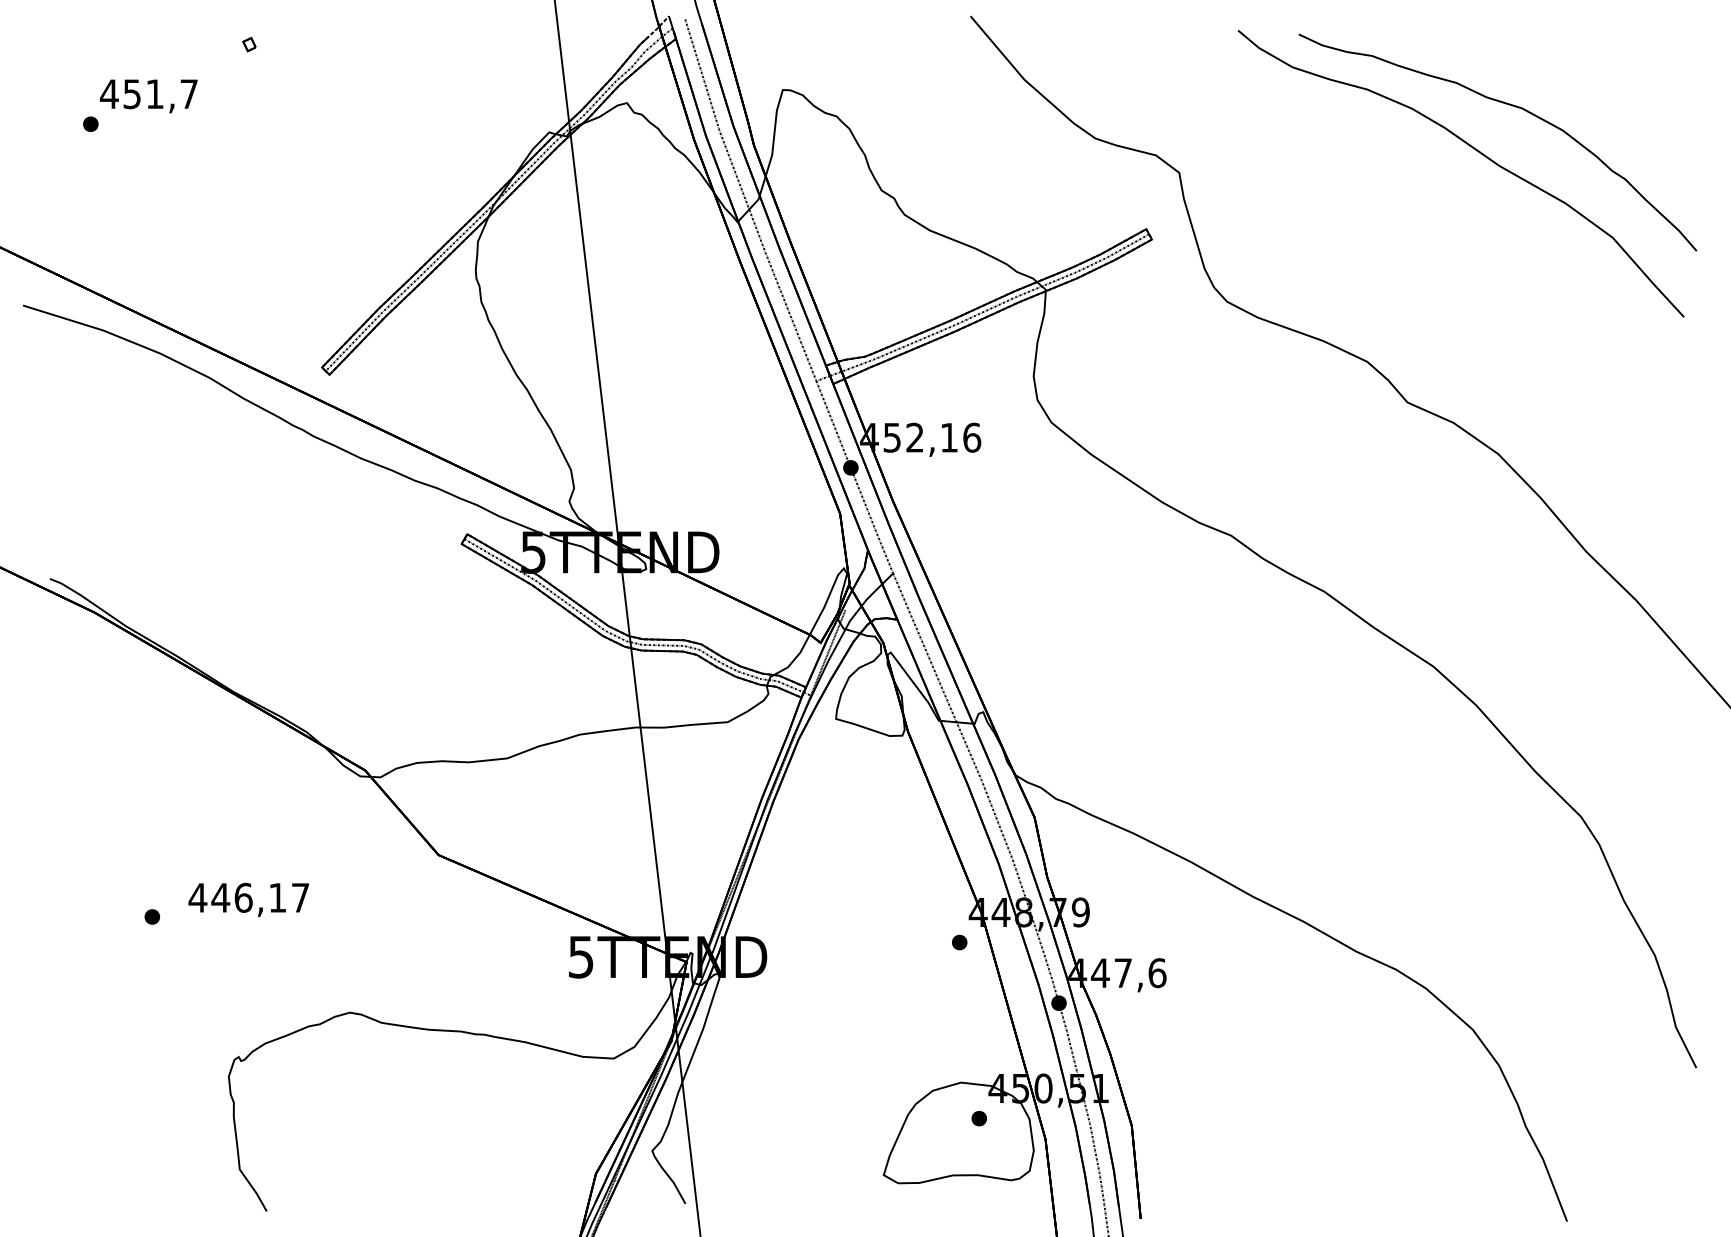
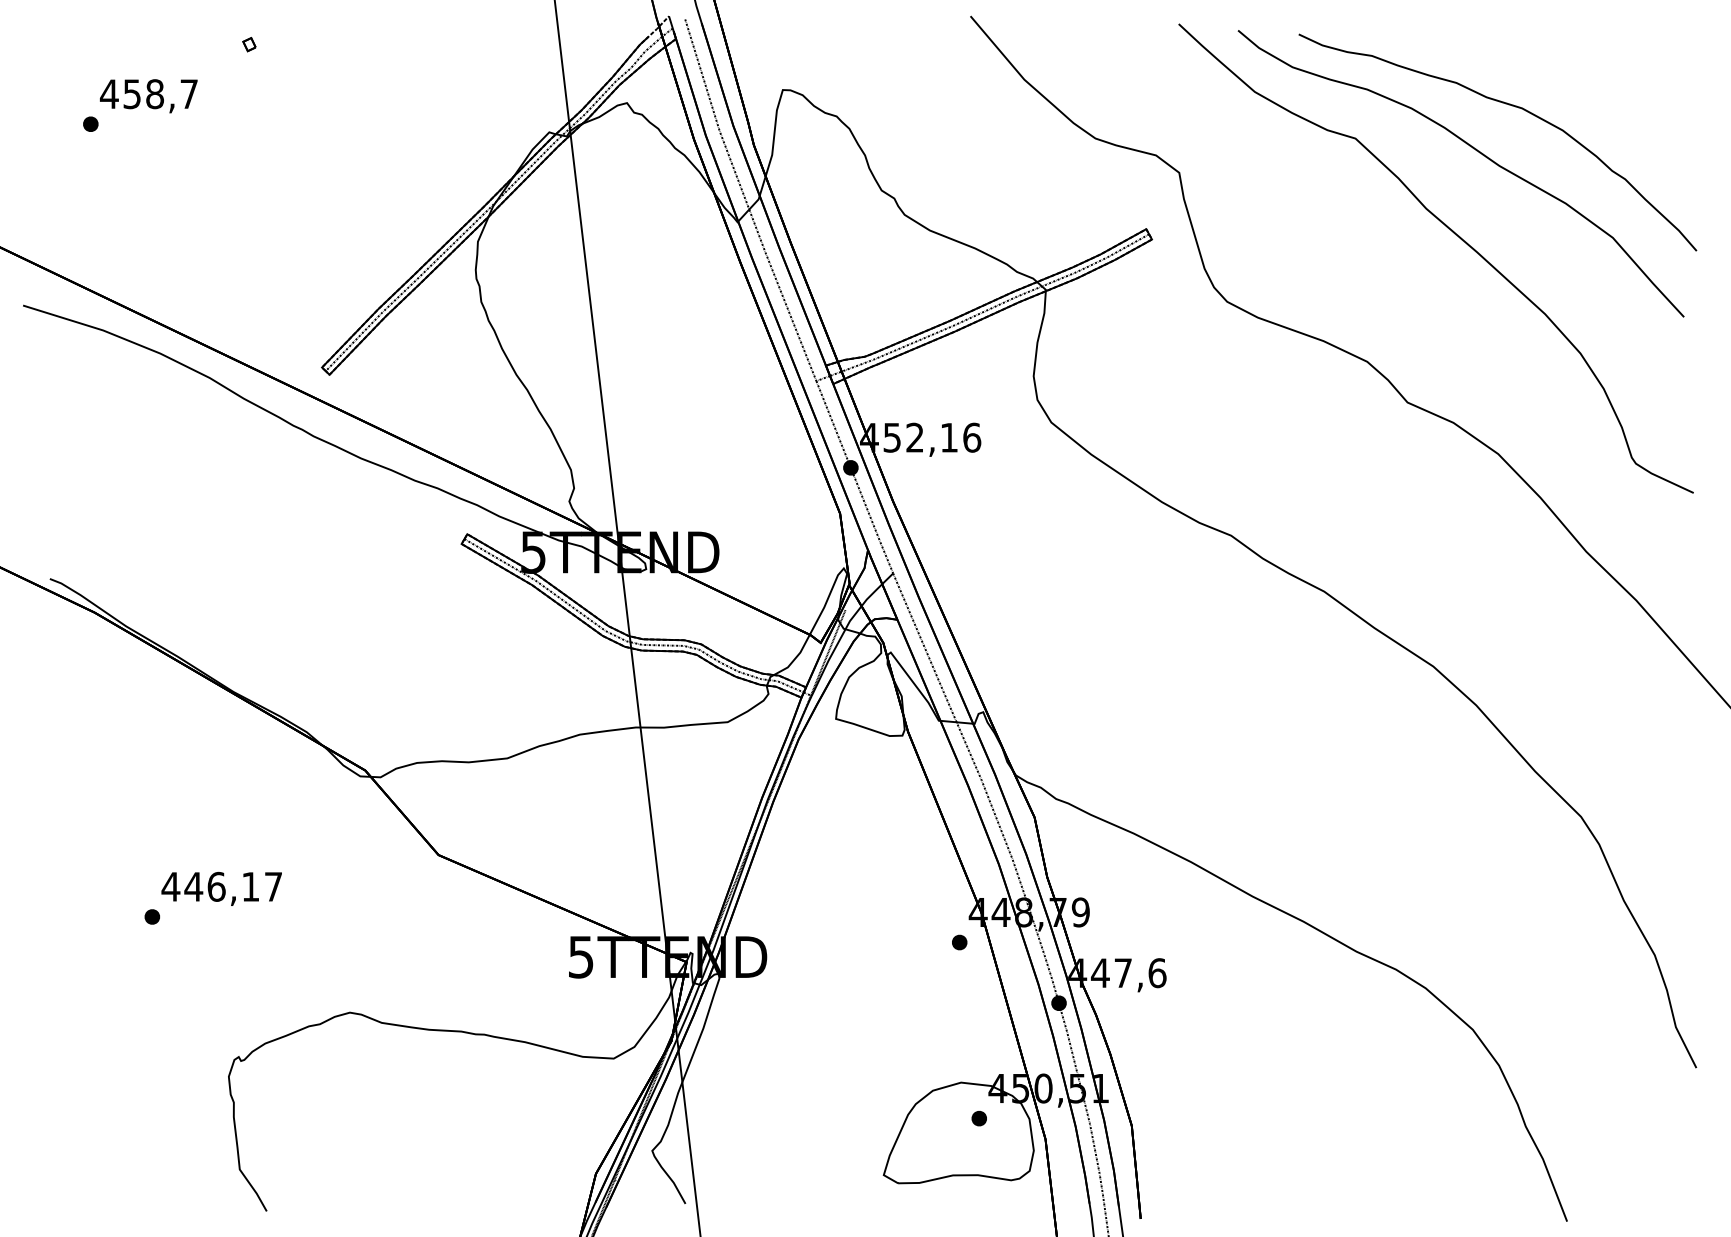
text at (155, 94): 451,7 -> 458,7
part at (1454, 234): none -> present
text at (248, 899) position: (248, 899) -> (221, 888)
